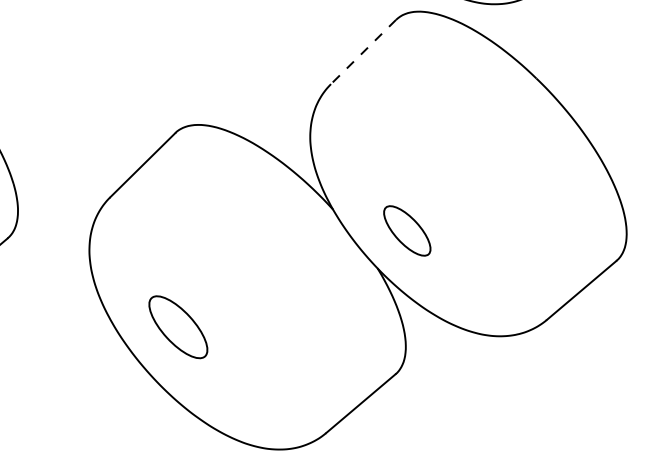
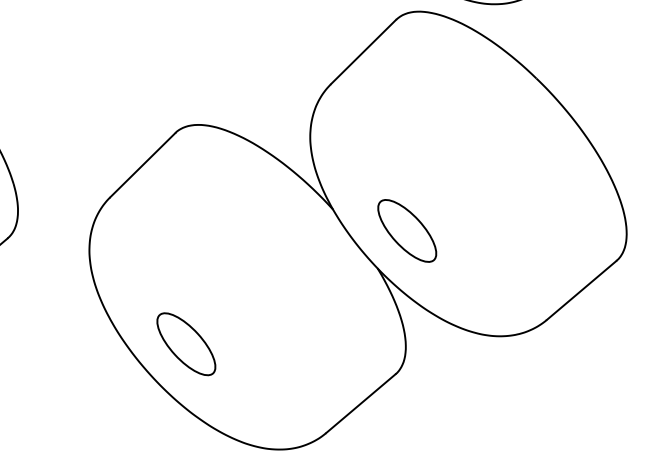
line at (363, 51): dashed -> solid
part at (407, 230) size: 49x52 px -> 61x64 px
part at (178, 327) position: (178, 327) -> (186, 344)
